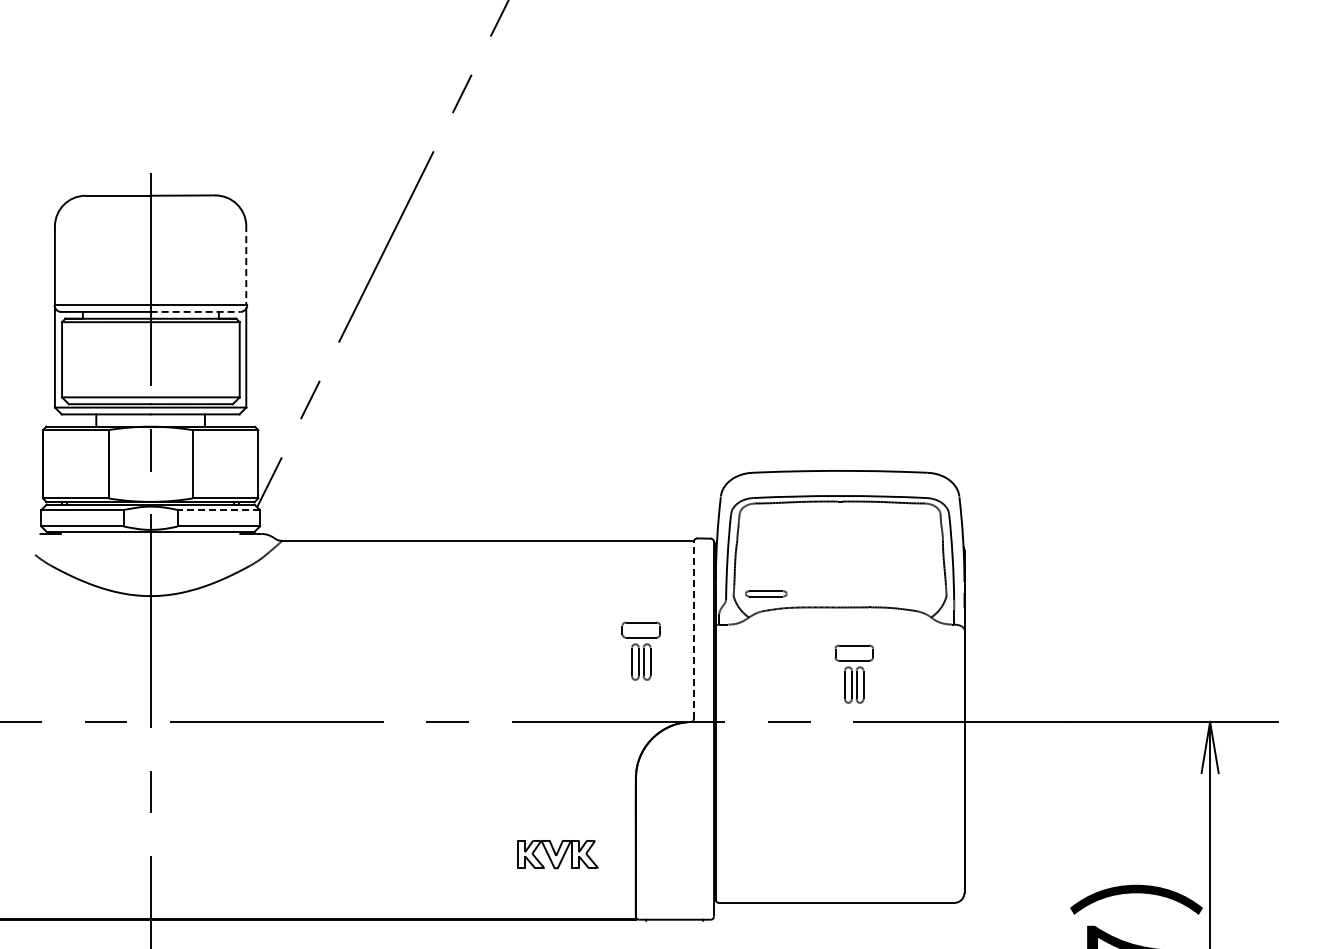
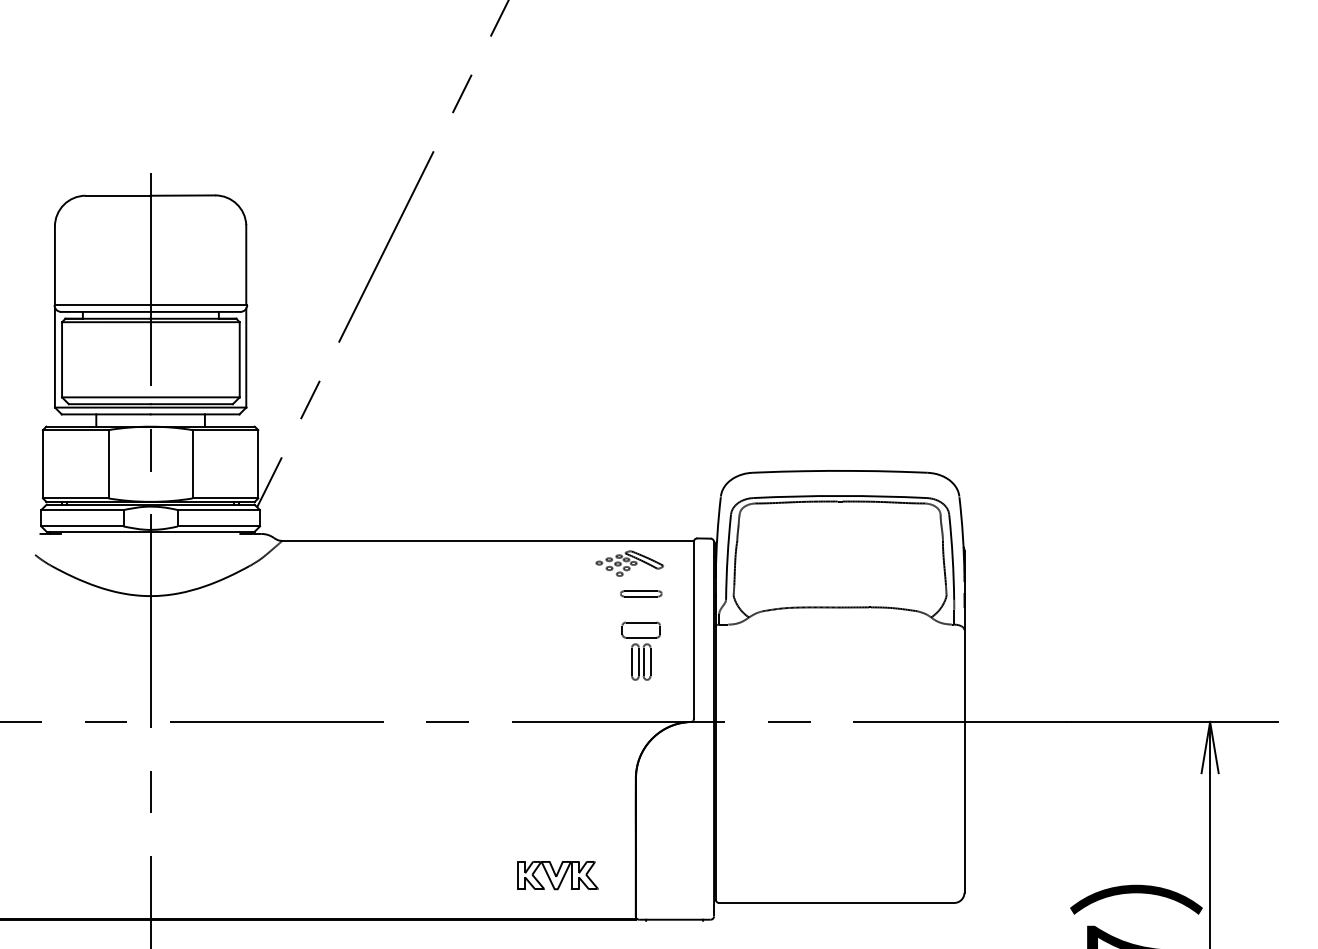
line at (246, 265): dashed -> solid
line at (195, 311): dashed -> solid
line at (218, 510): dashed -> solid
part at (629, 563): none -> present
part at (766, 593) position: (766, 593) -> (641, 593)
line at (693, 629): dashed -> solid
part at (853, 673): present -> none
part at (557, 854) position: (557, 854) -> (557, 875)
